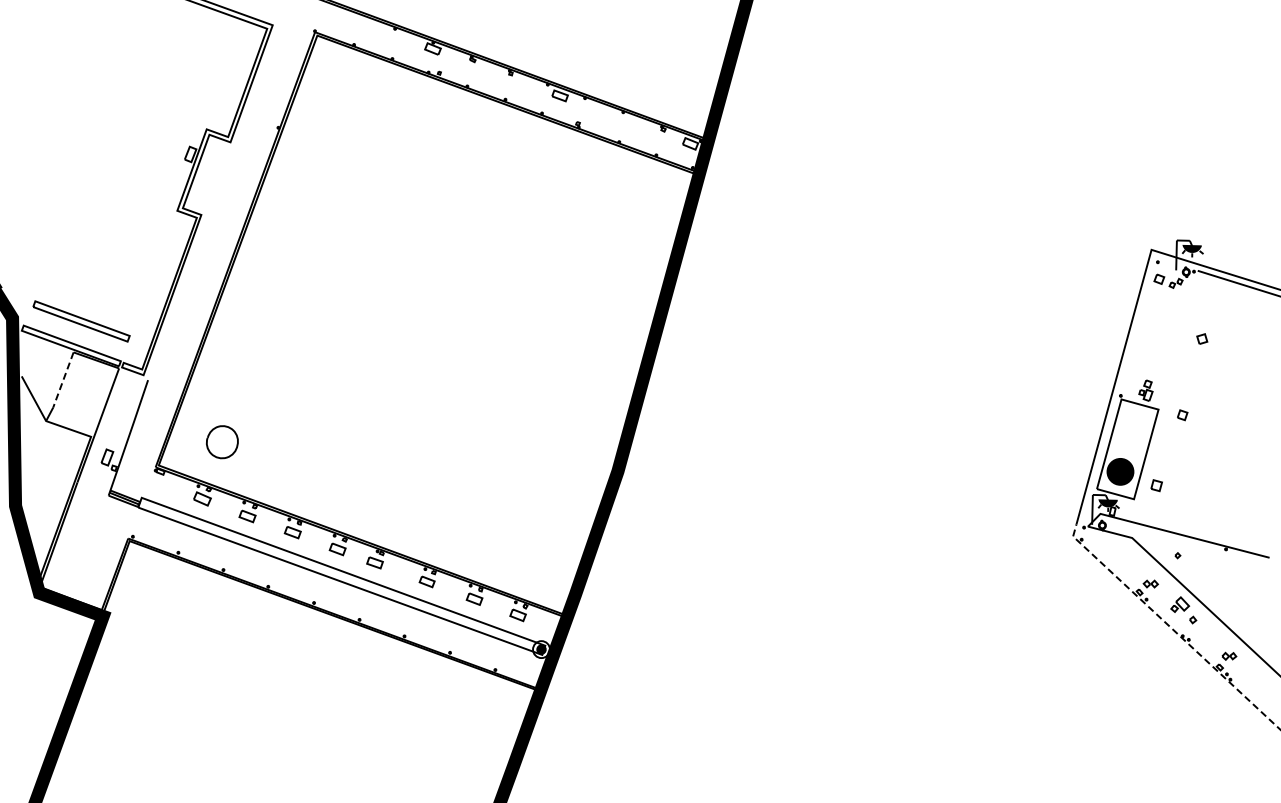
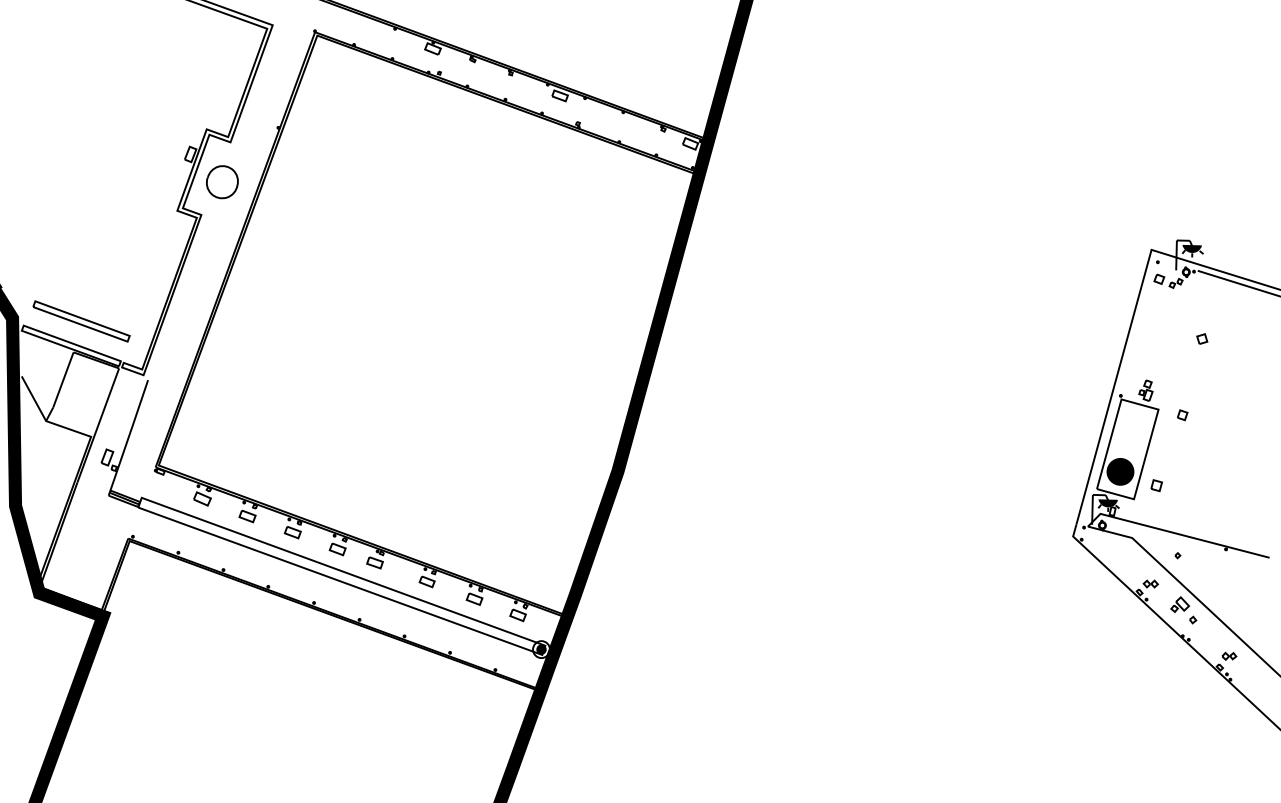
line at (63, 380): dashed -> solid
curve at (236, 444) position: (236, 444) -> (236, 184)
line at (1171, 628): dashed -> solid
